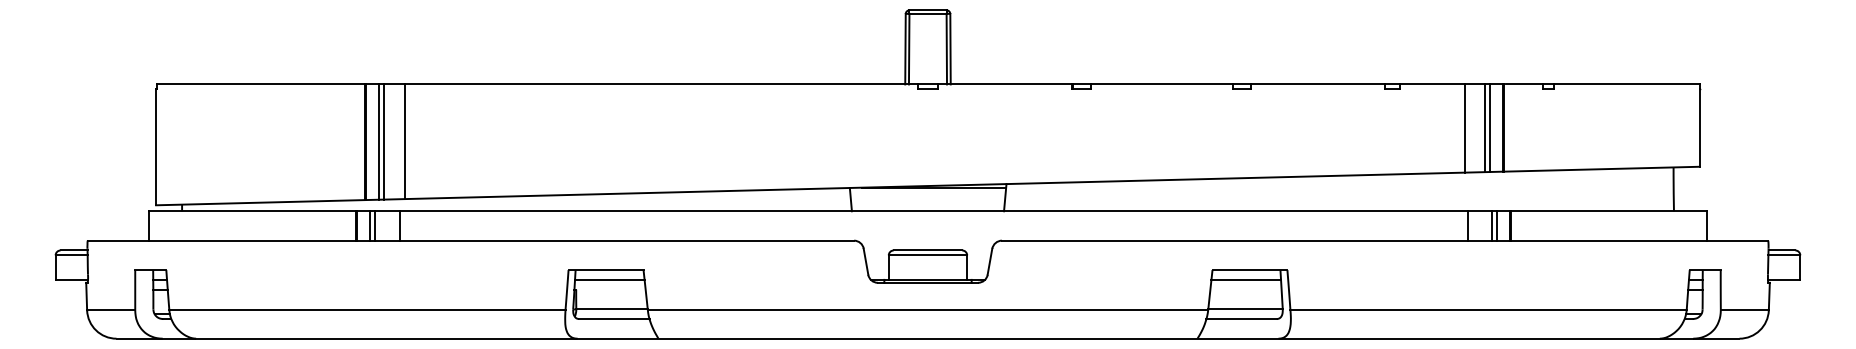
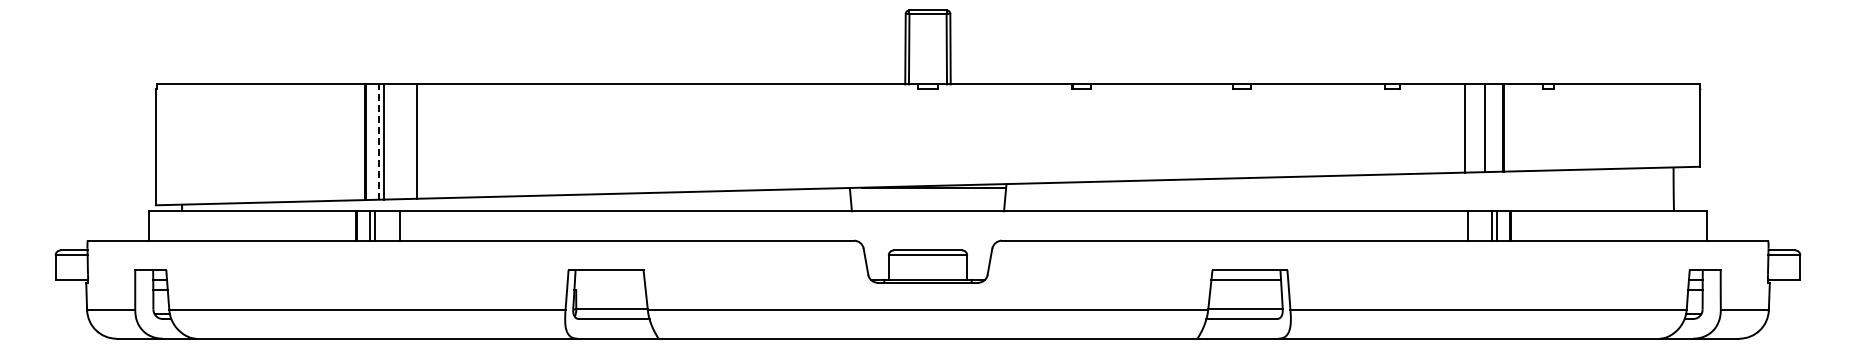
line at (1490, 128): present -> none
line at (404, 141) position: (404, 141) -> (416, 141)
line at (378, 142): solid -> dashed
line at (609, 279): present -> none
